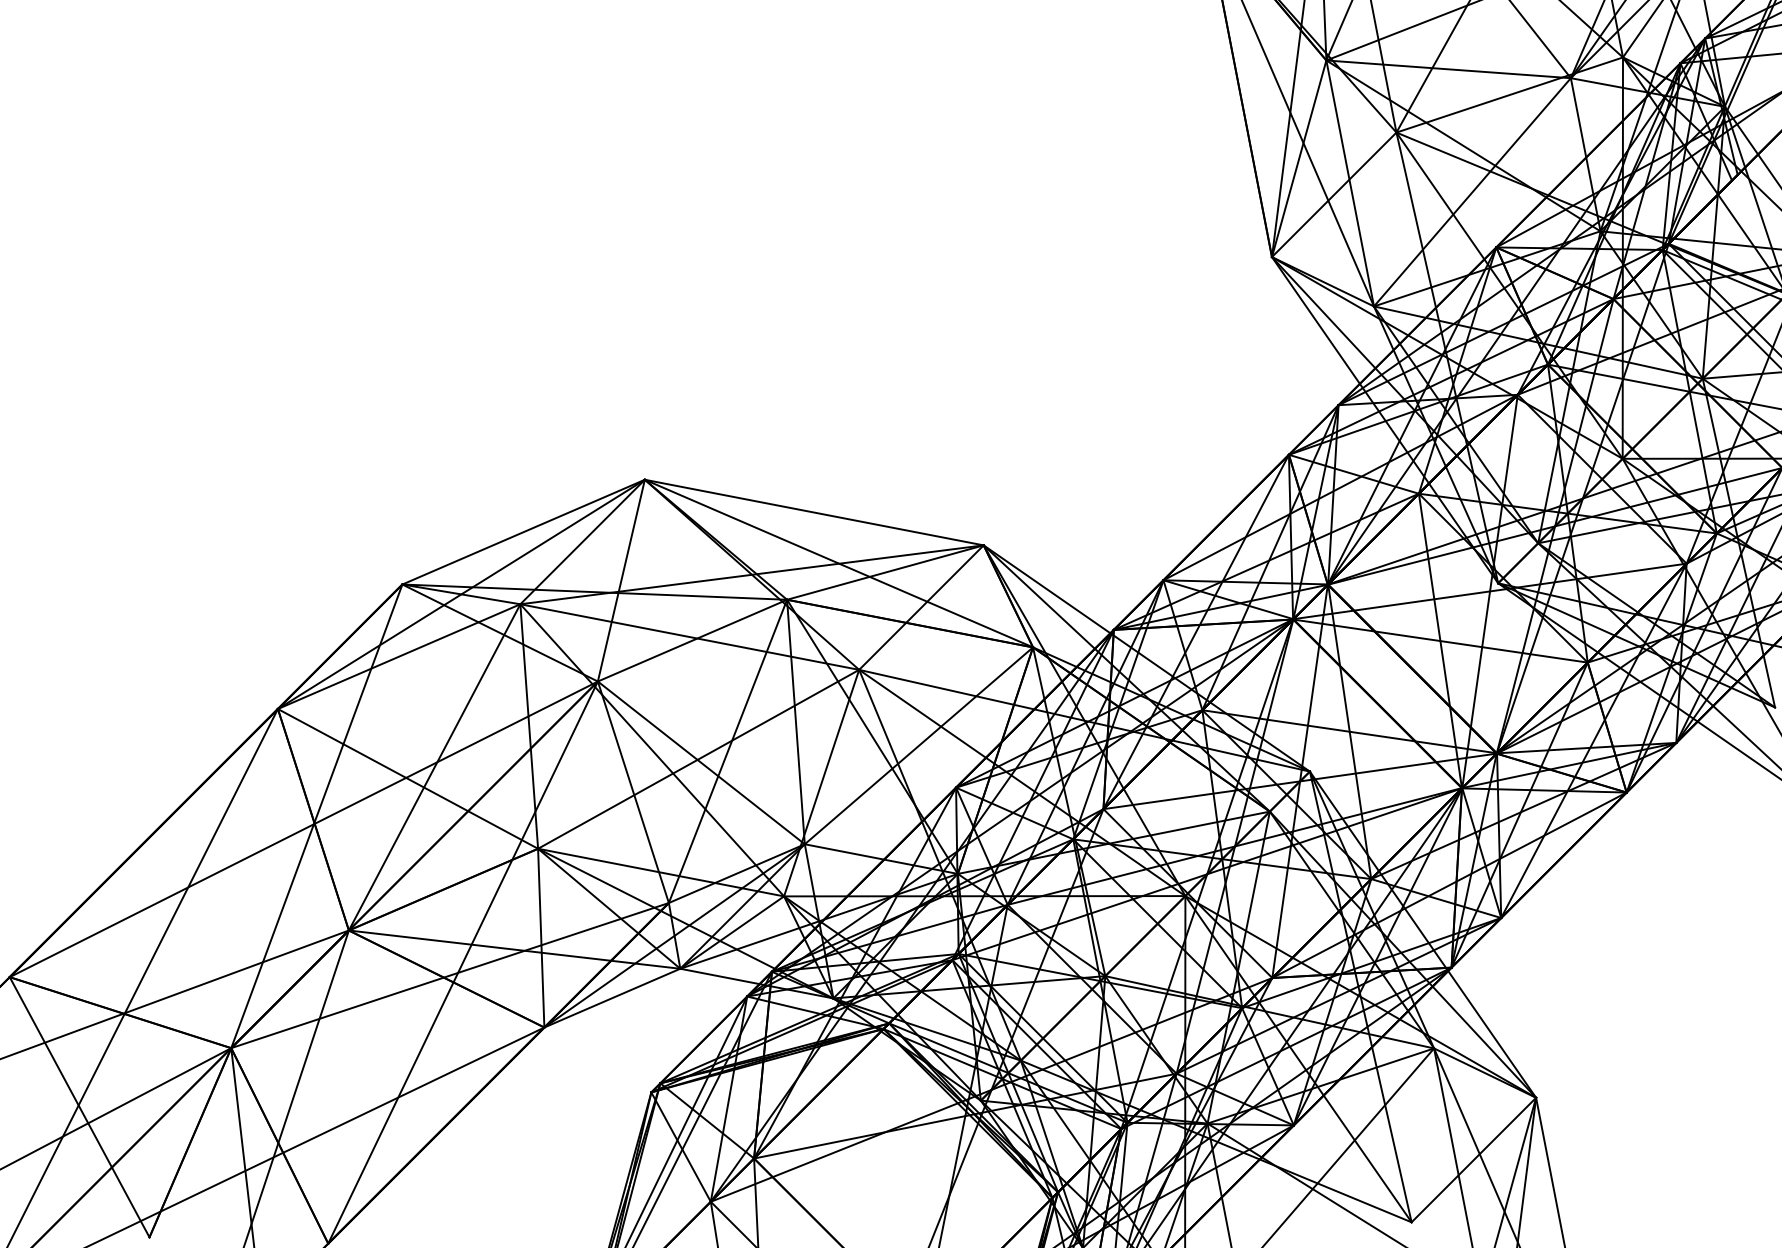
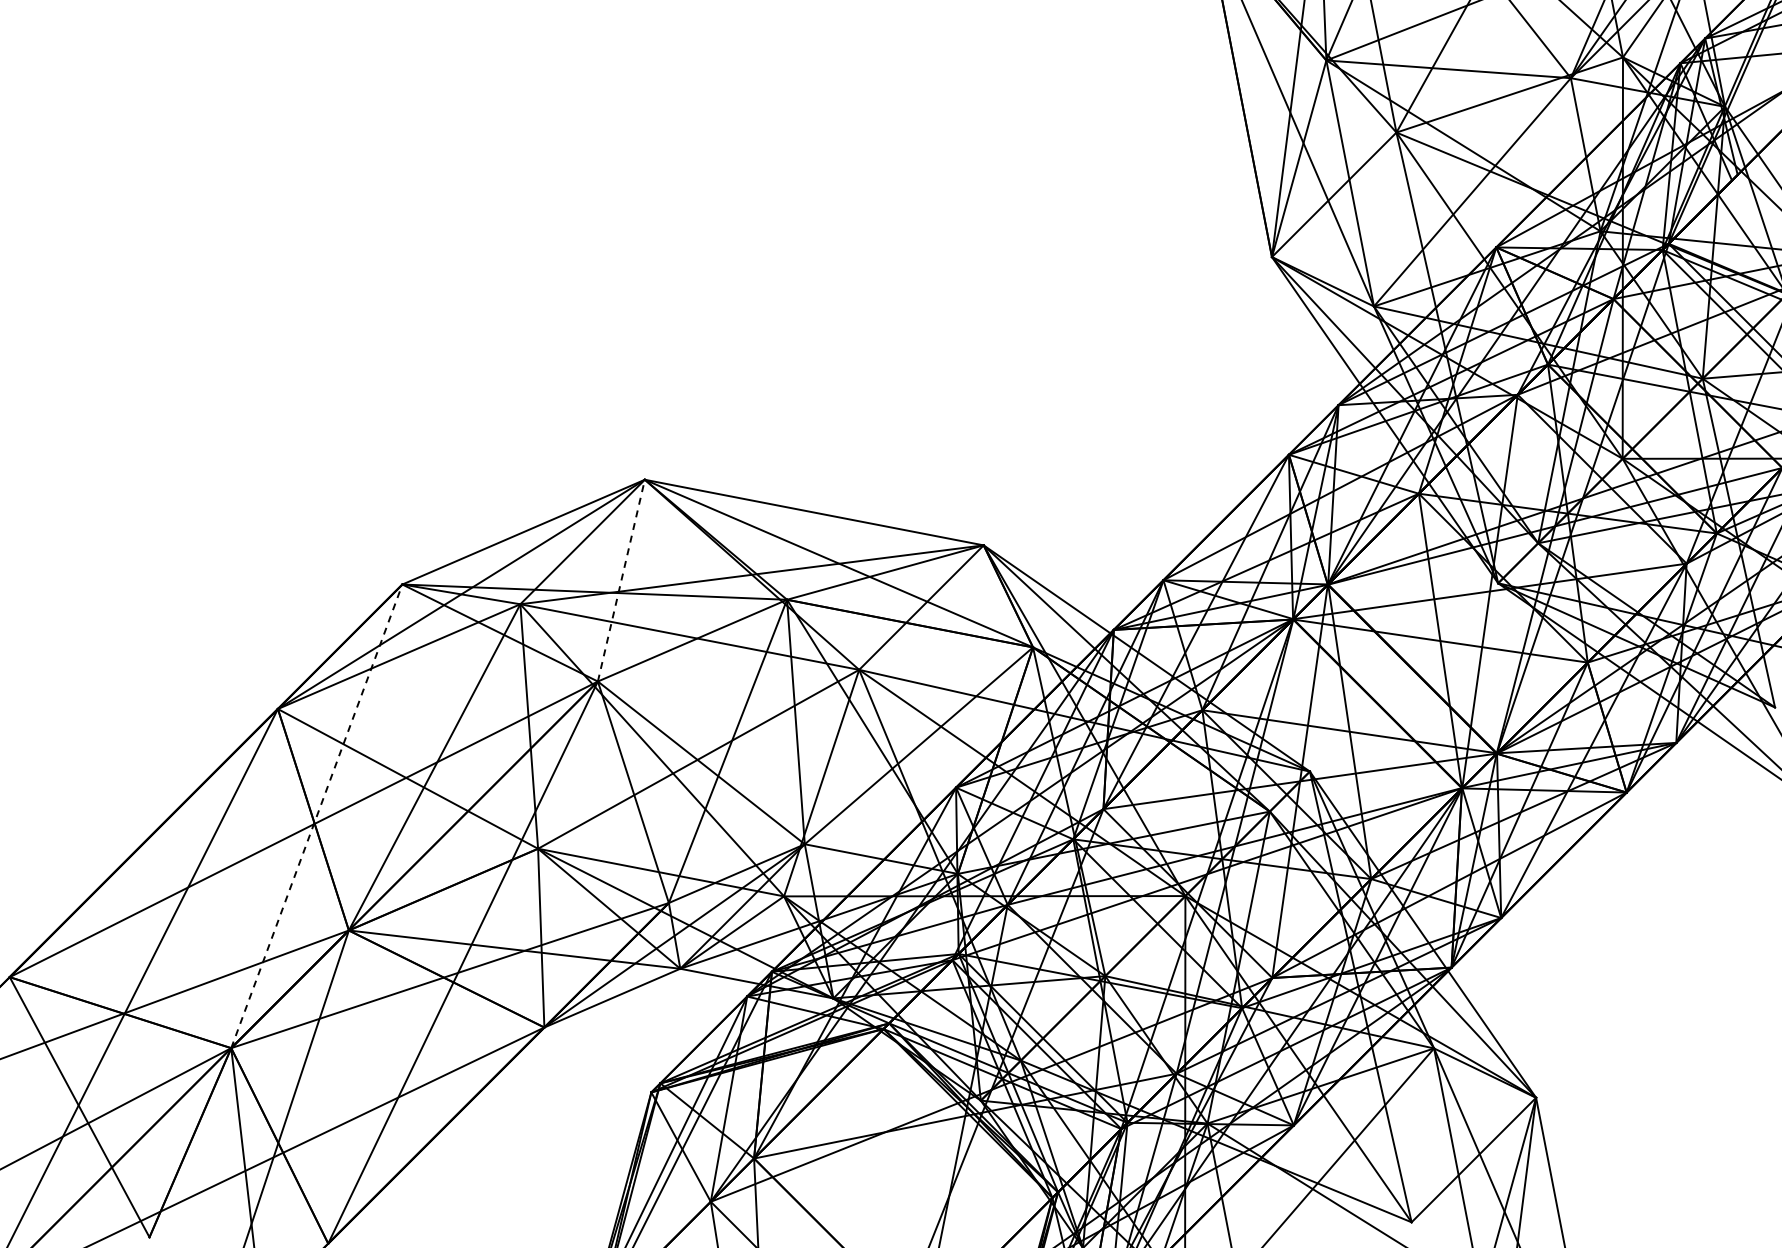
line at (621, 580): solid -> dashed
line at (317, 815): solid -> dashed
